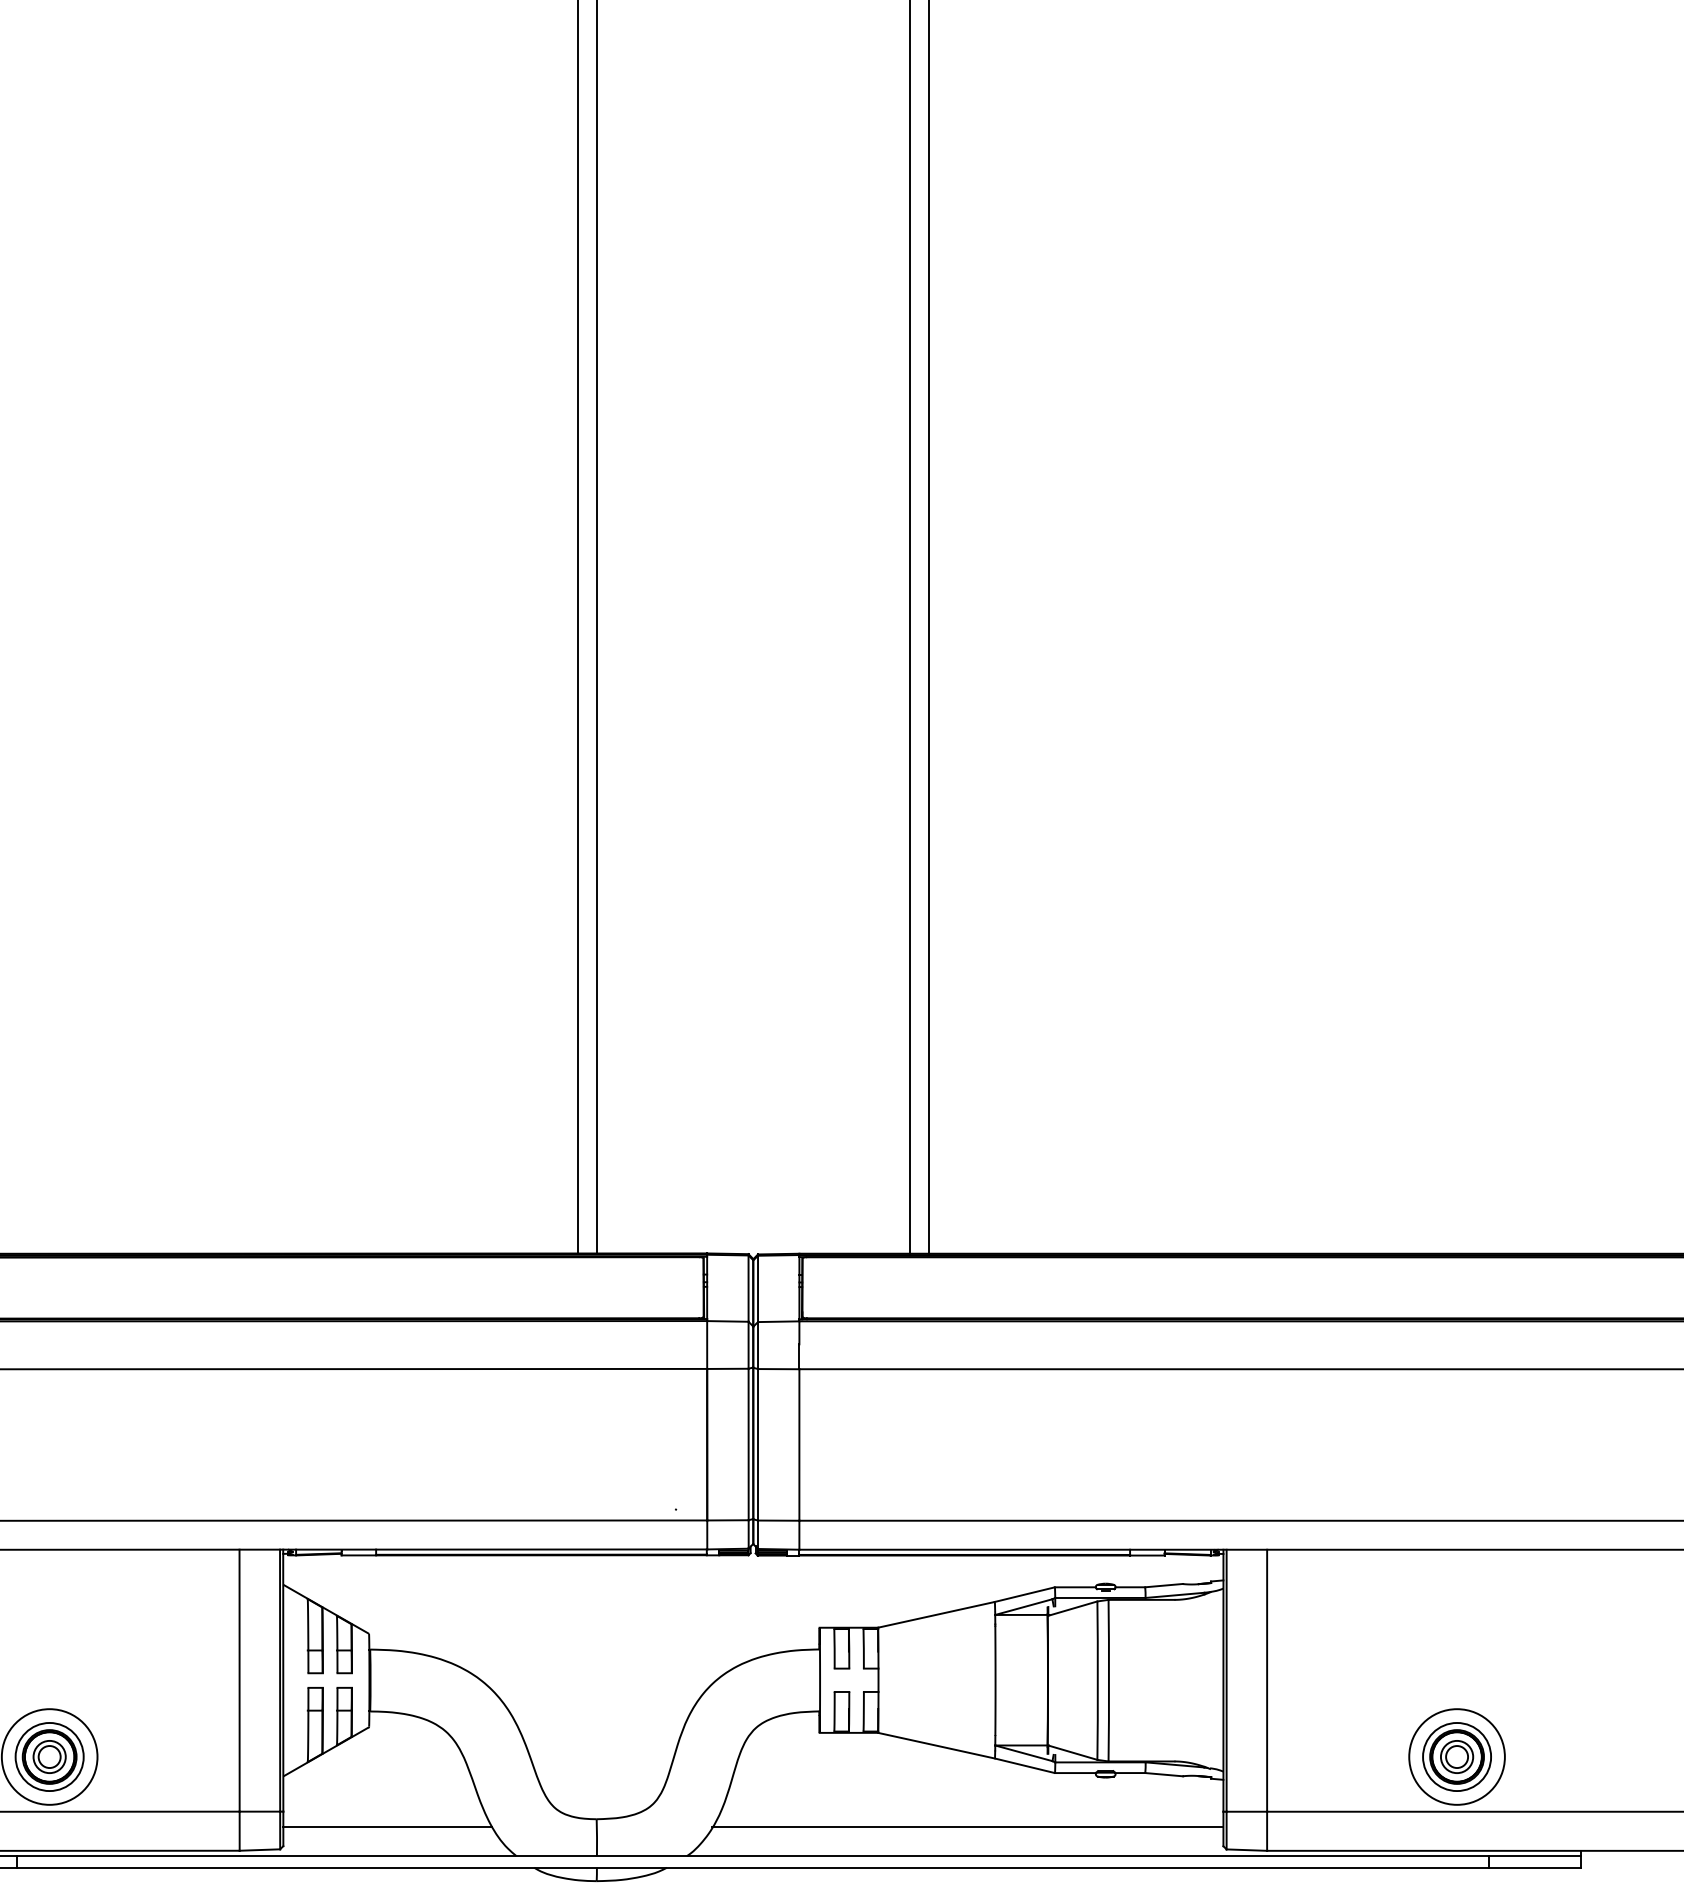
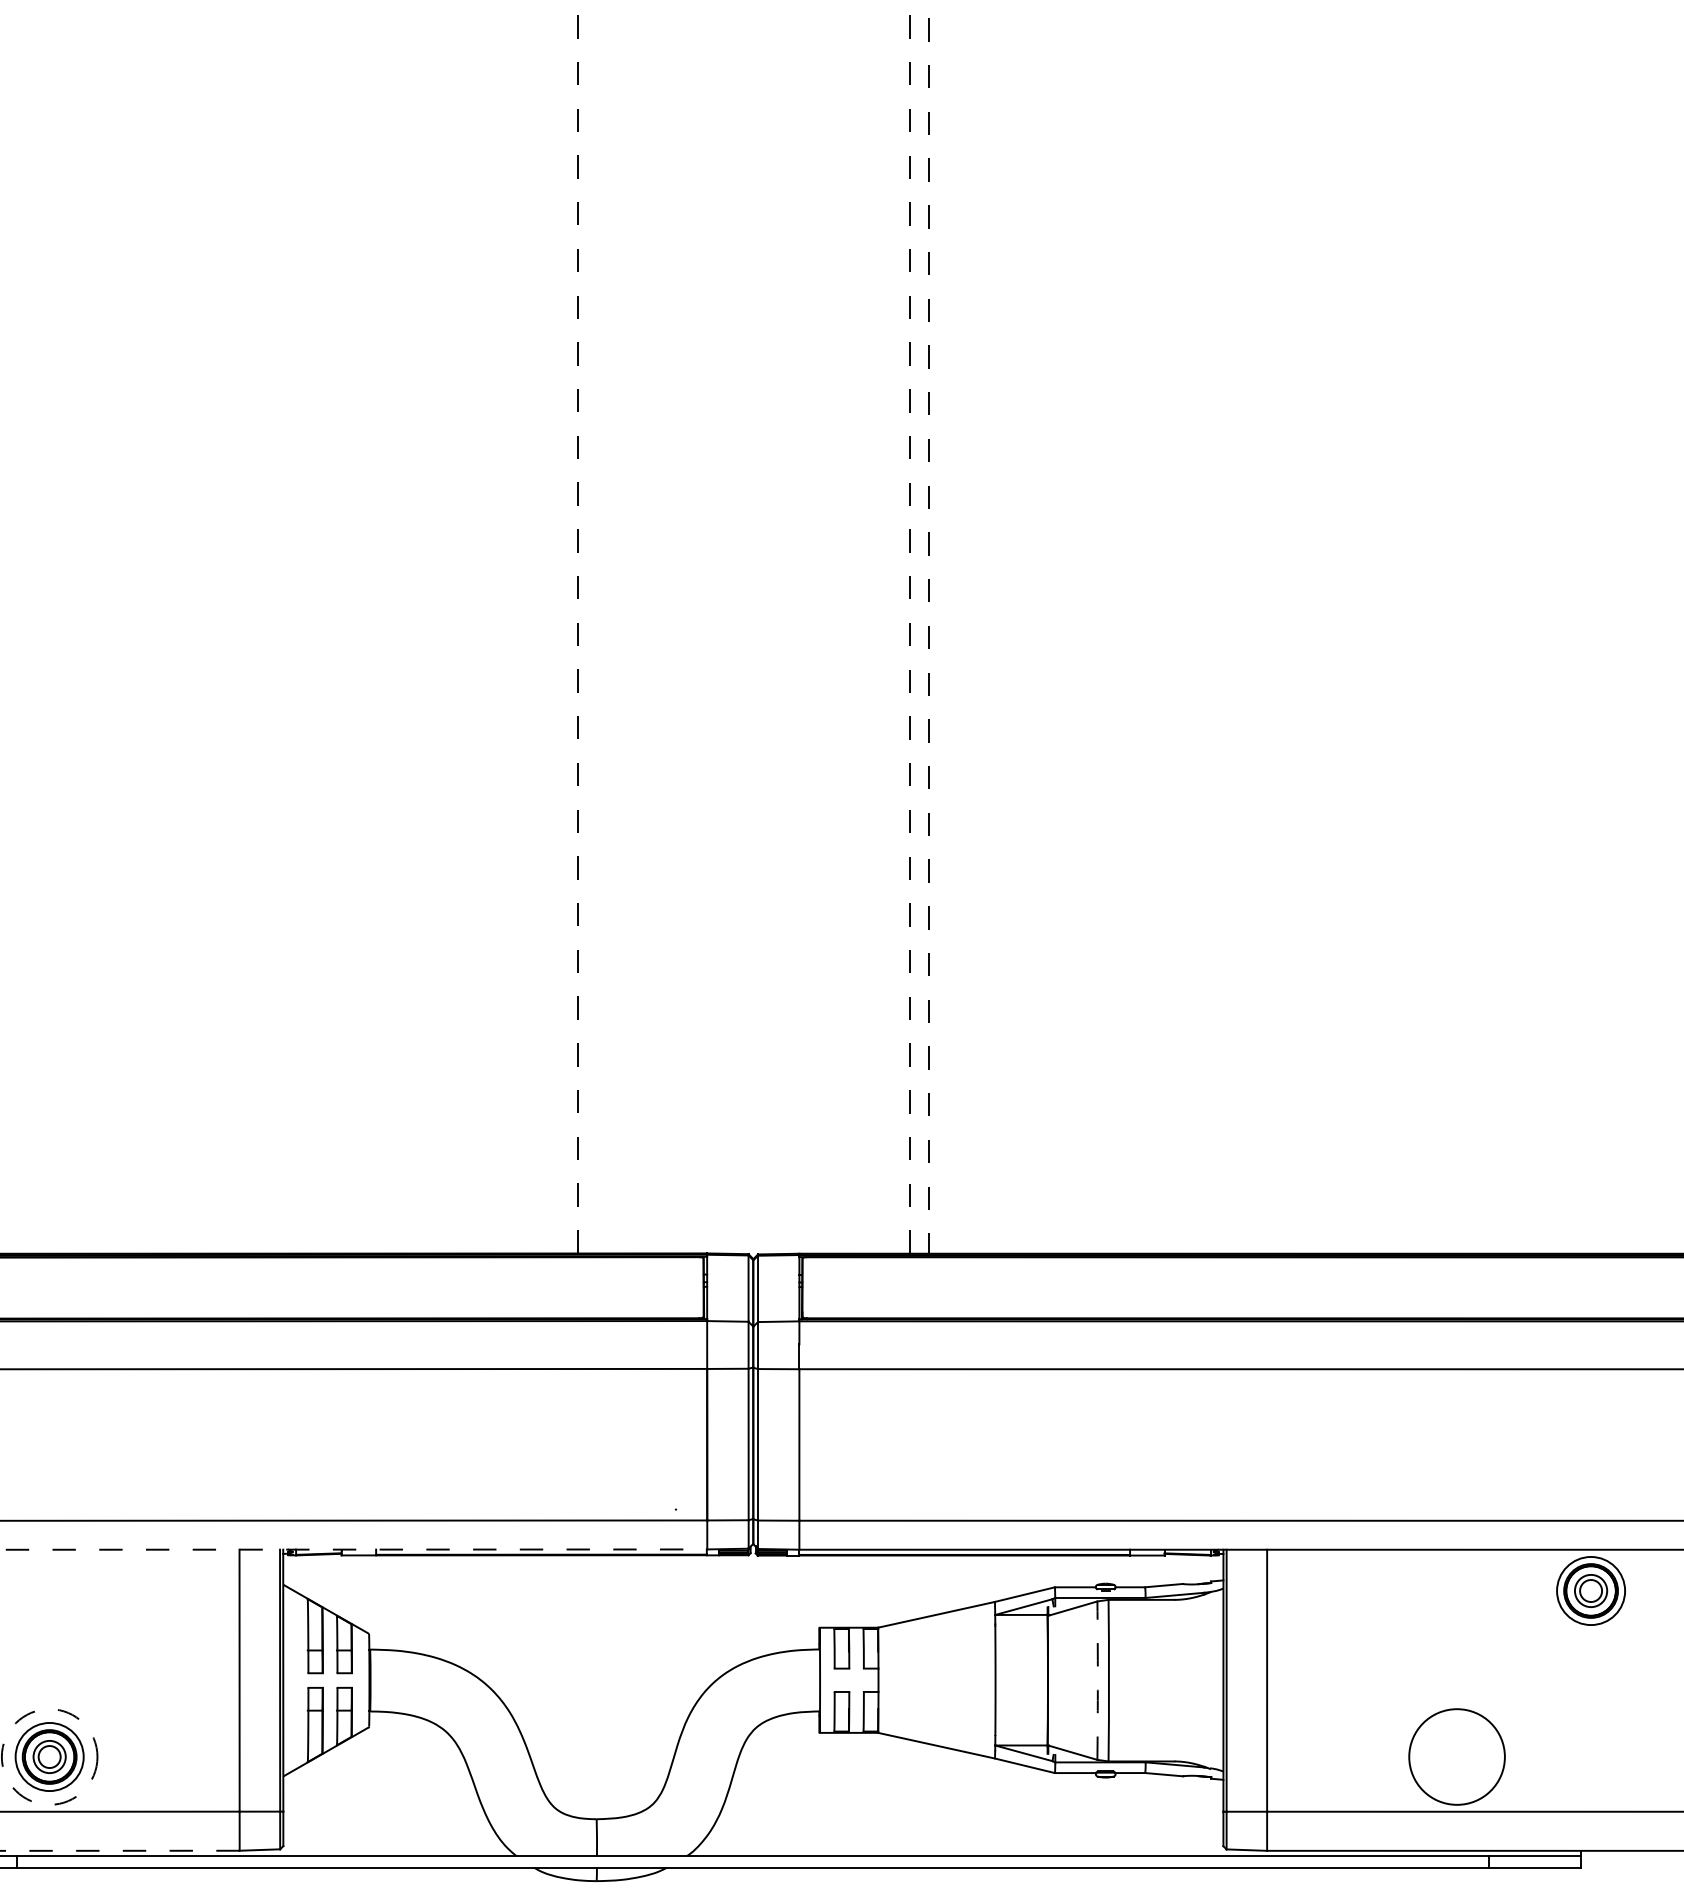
line at (578, 626): solid -> dashed
line at (910, 626): solid -> dashed
line at (596, 627): present -> none
line at (928, 627): solid -> dashed
line at (354, 1549): solid -> dashed
arc at (1097, 1680): solid -> dashed
circle at (49, 1756): solid -> dashed
part at (1456, 1756) position: (1456, 1756) -> (1590, 1590)
line at (387, 1826): present -> none
line at (967, 1826): present -> none
line at (119, 1850): solid -> dashed
